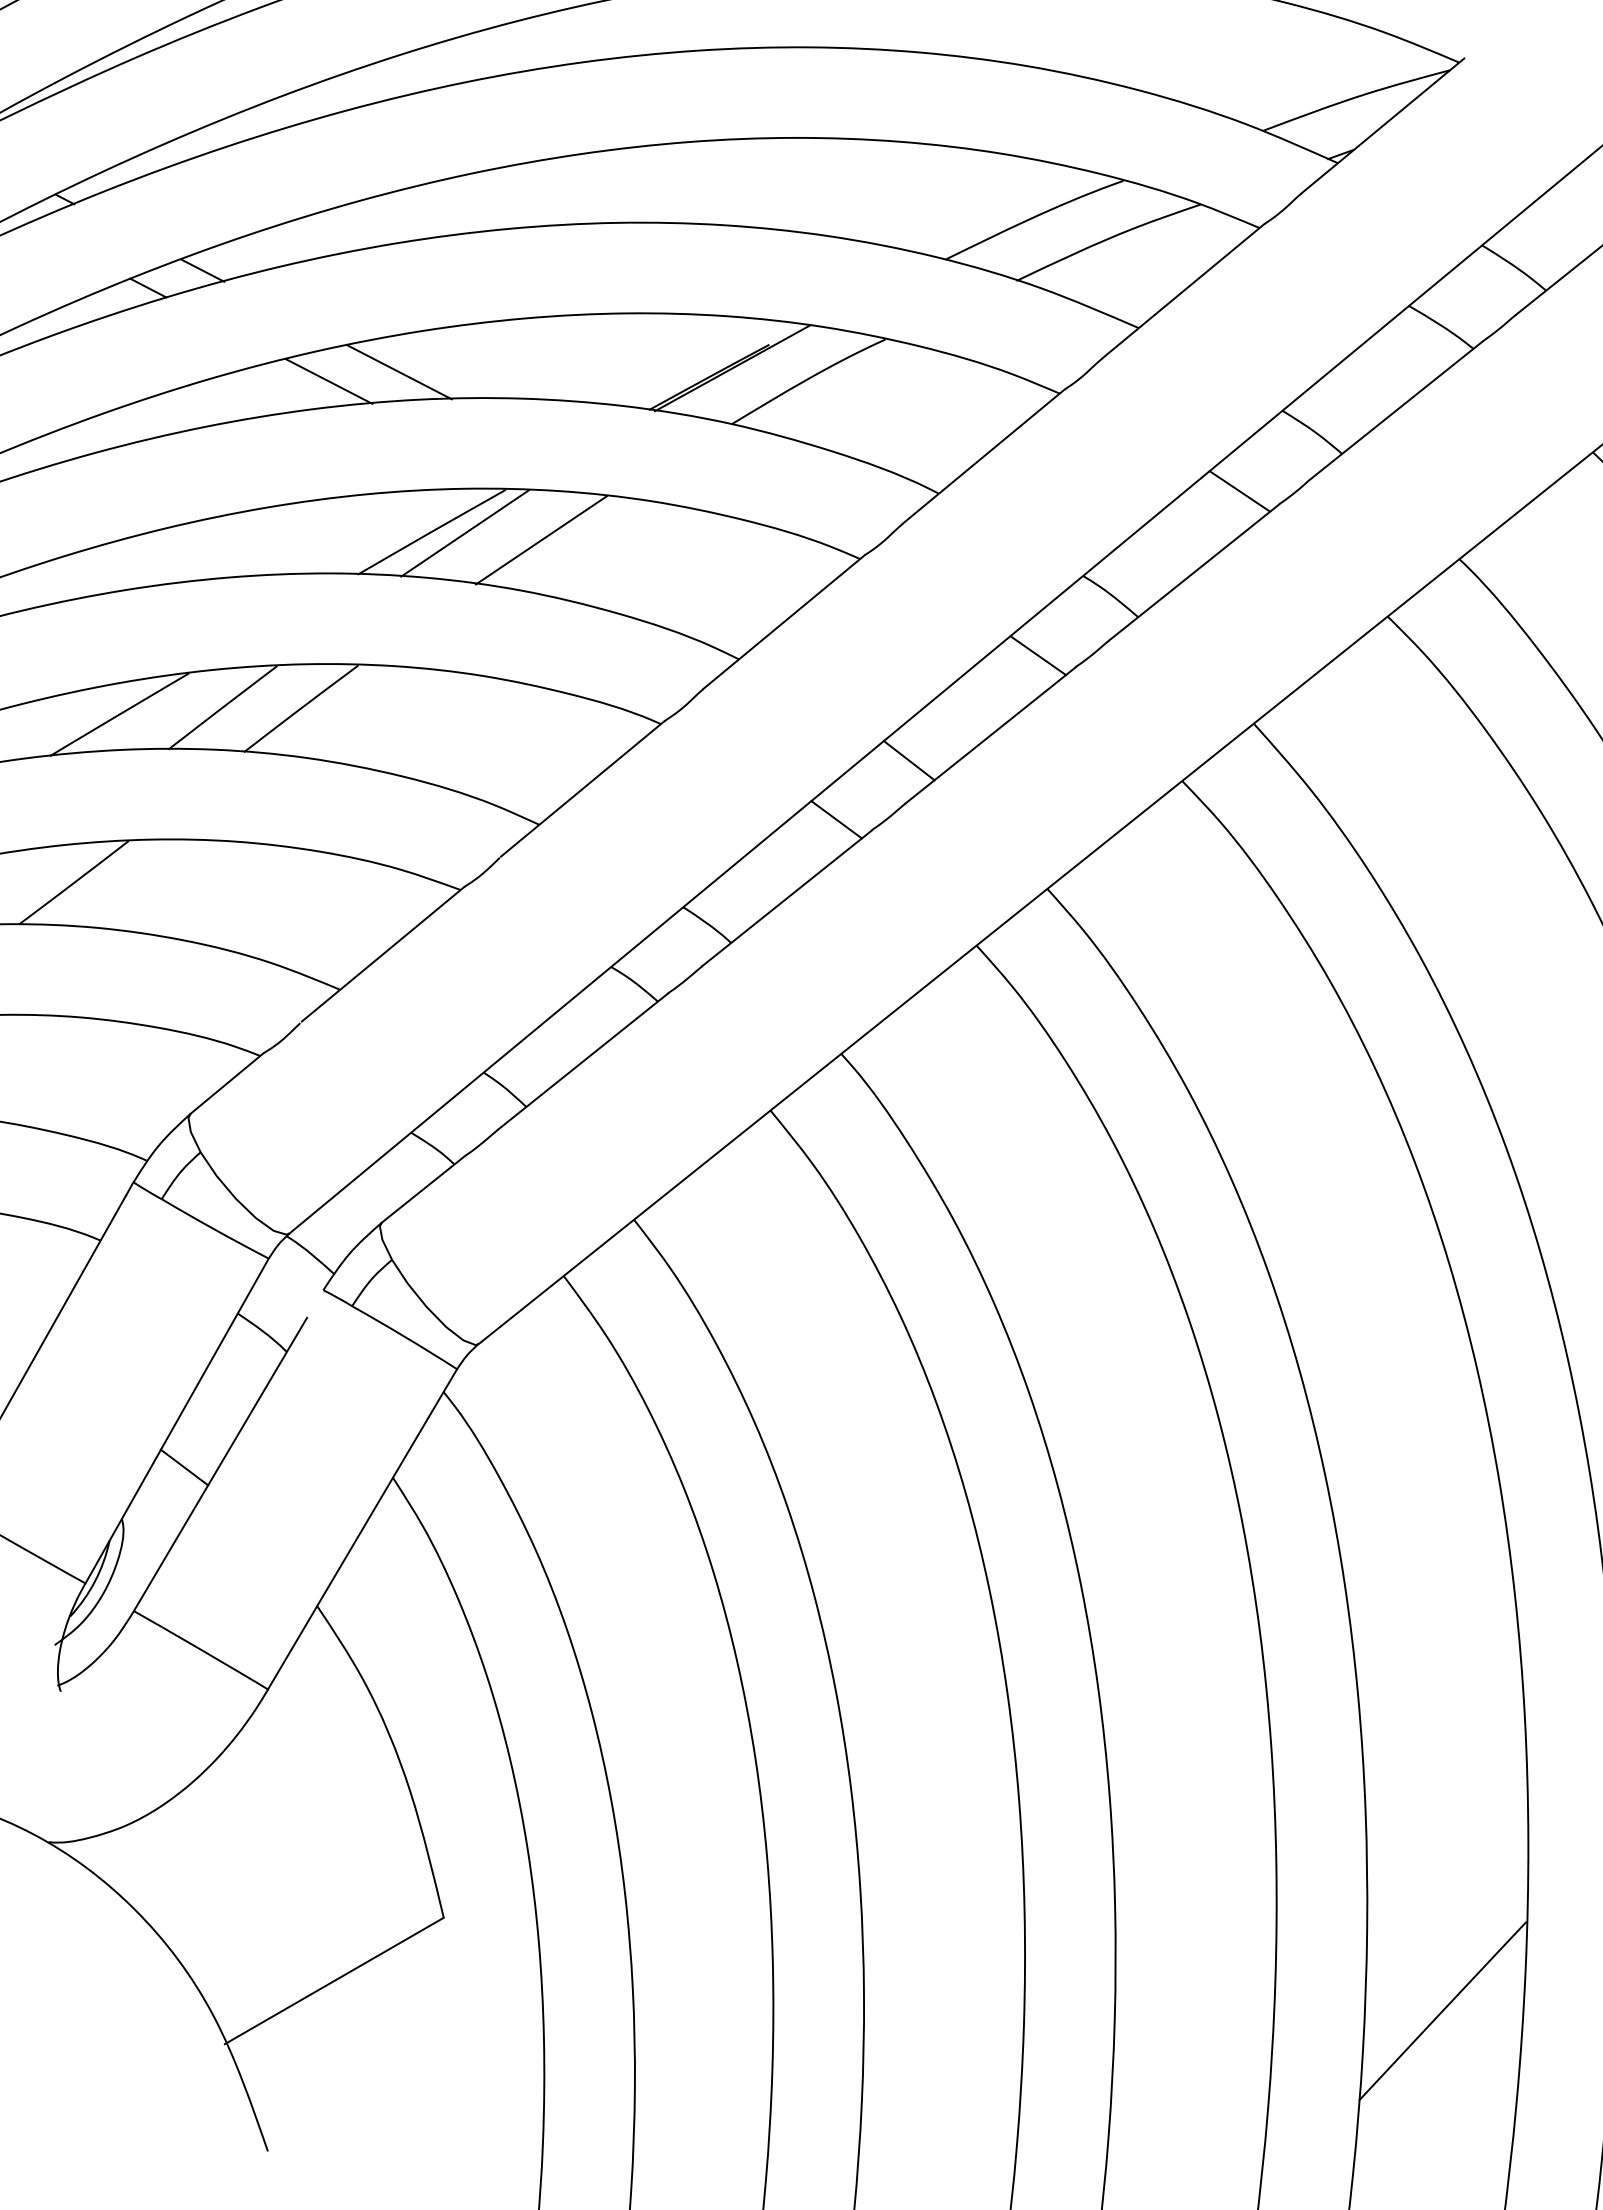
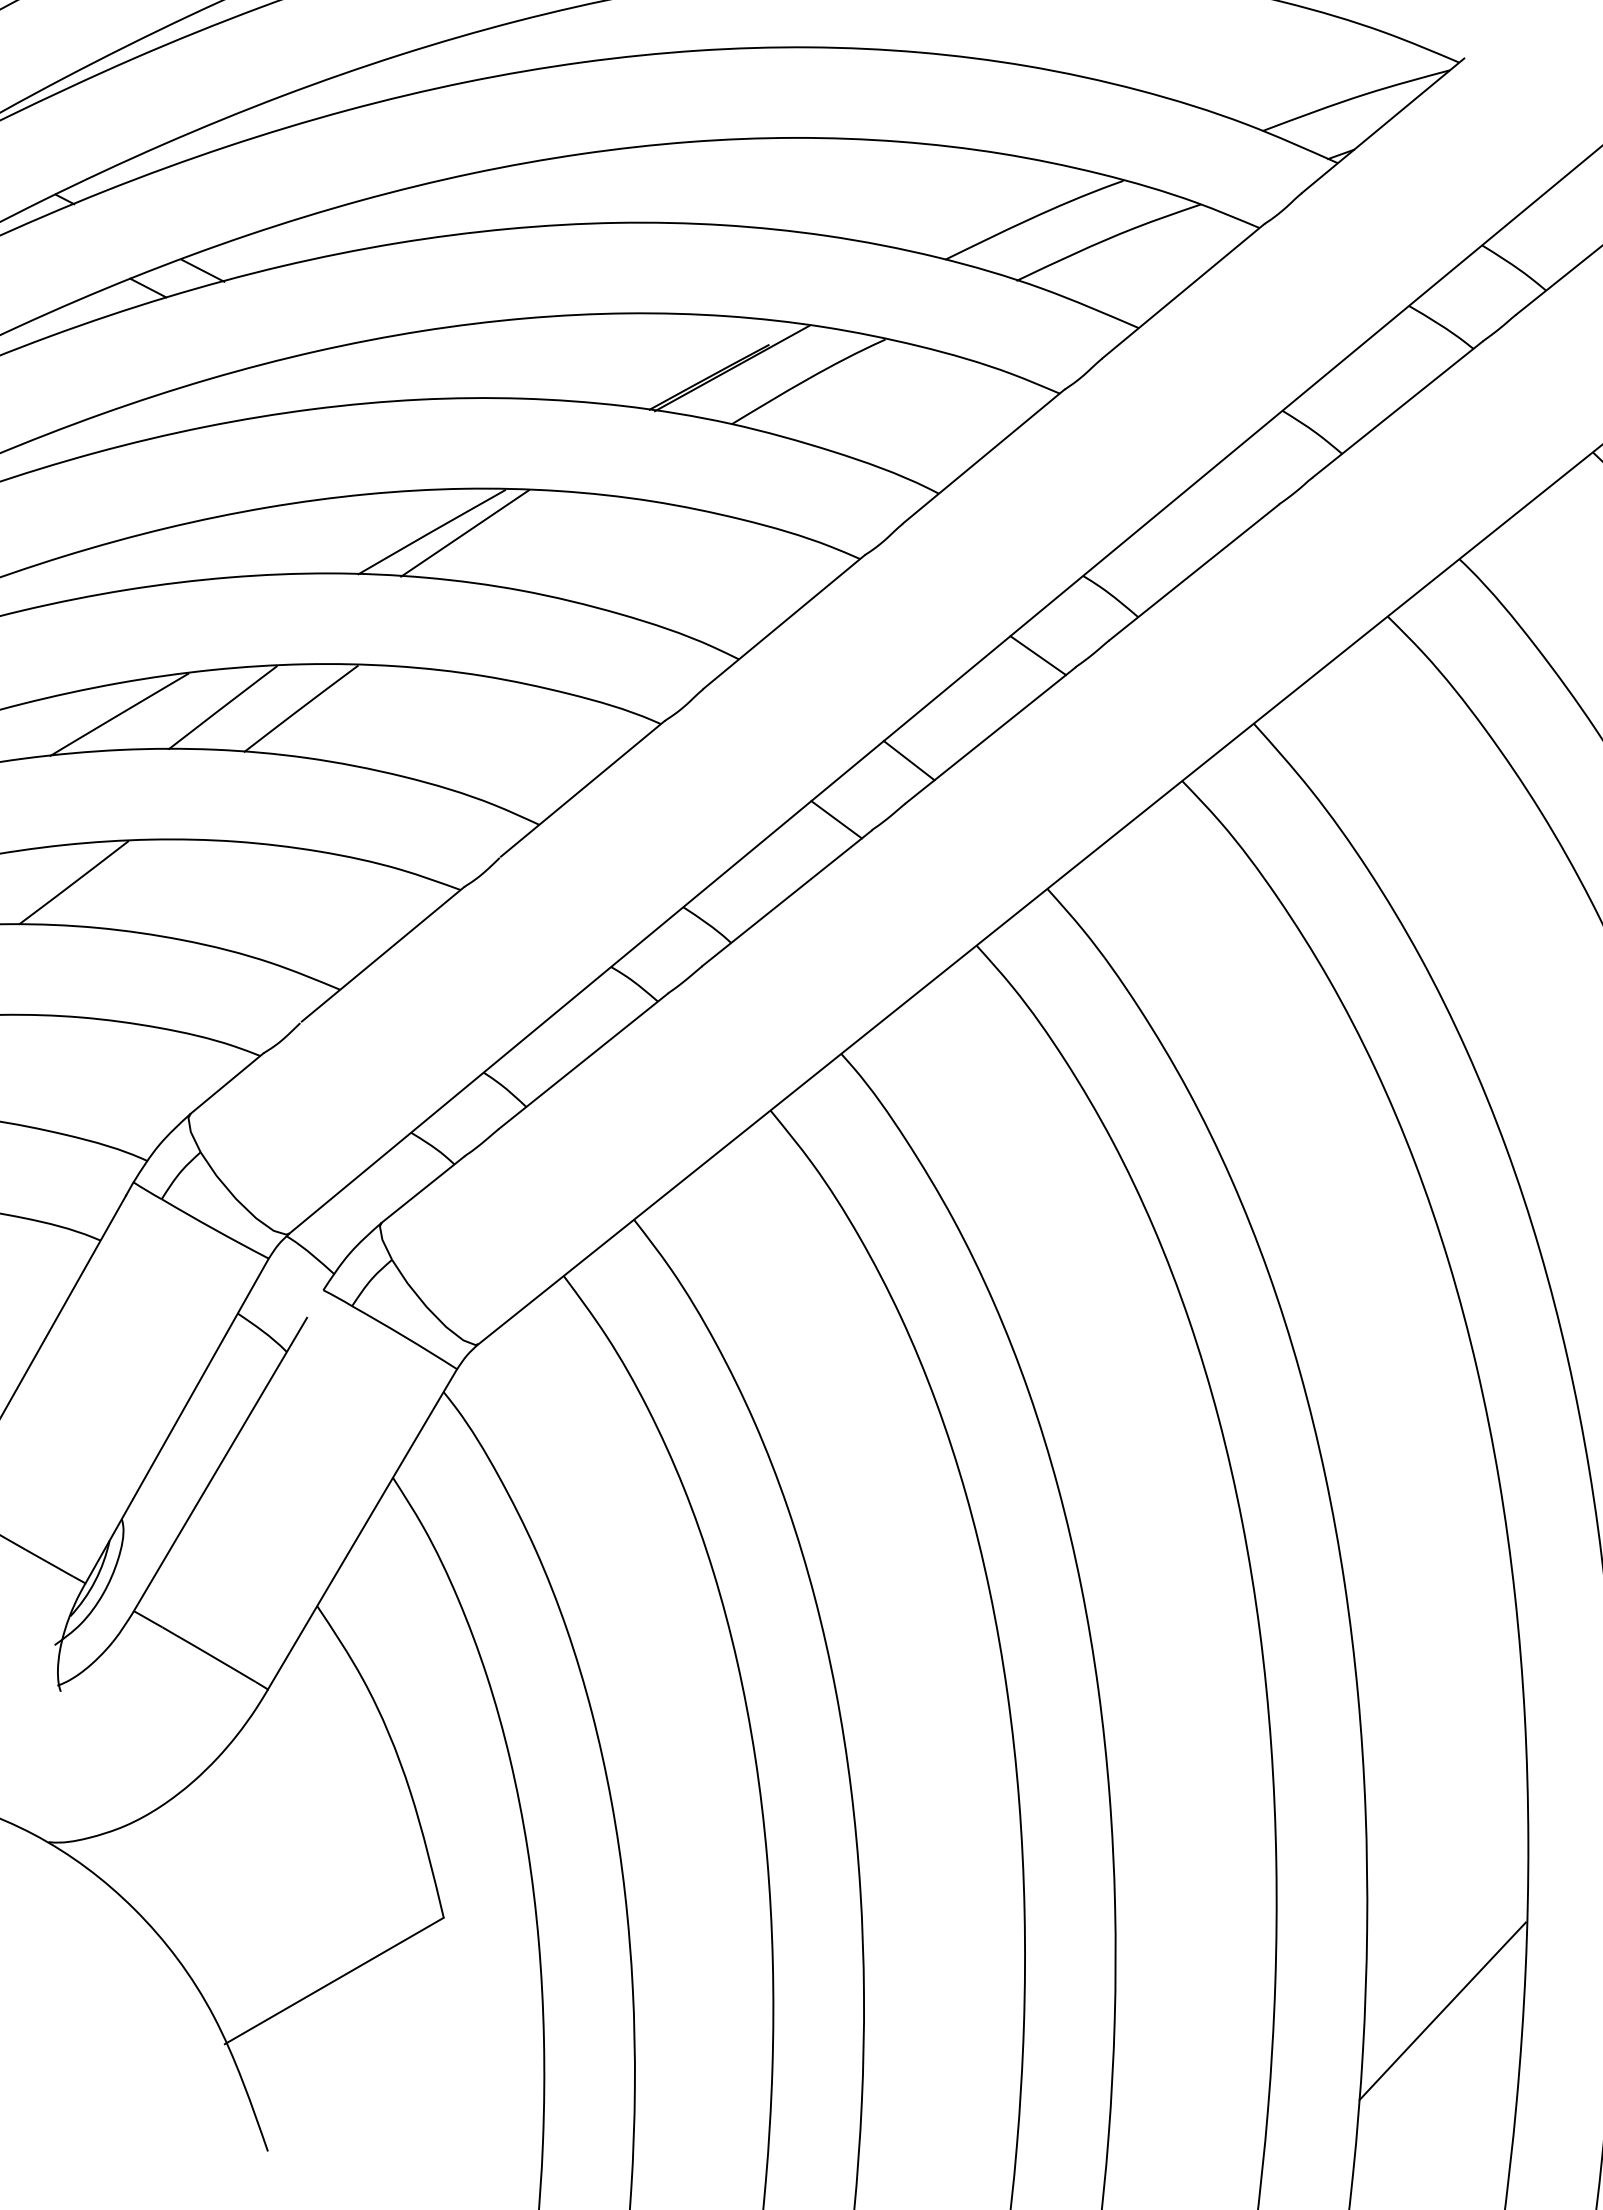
line at (399, 372): present -> none
line at (328, 381): present -> none
line at (1239, 491): present -> none
line at (540, 540): present -> none
line at (184, 1467): present -> none
